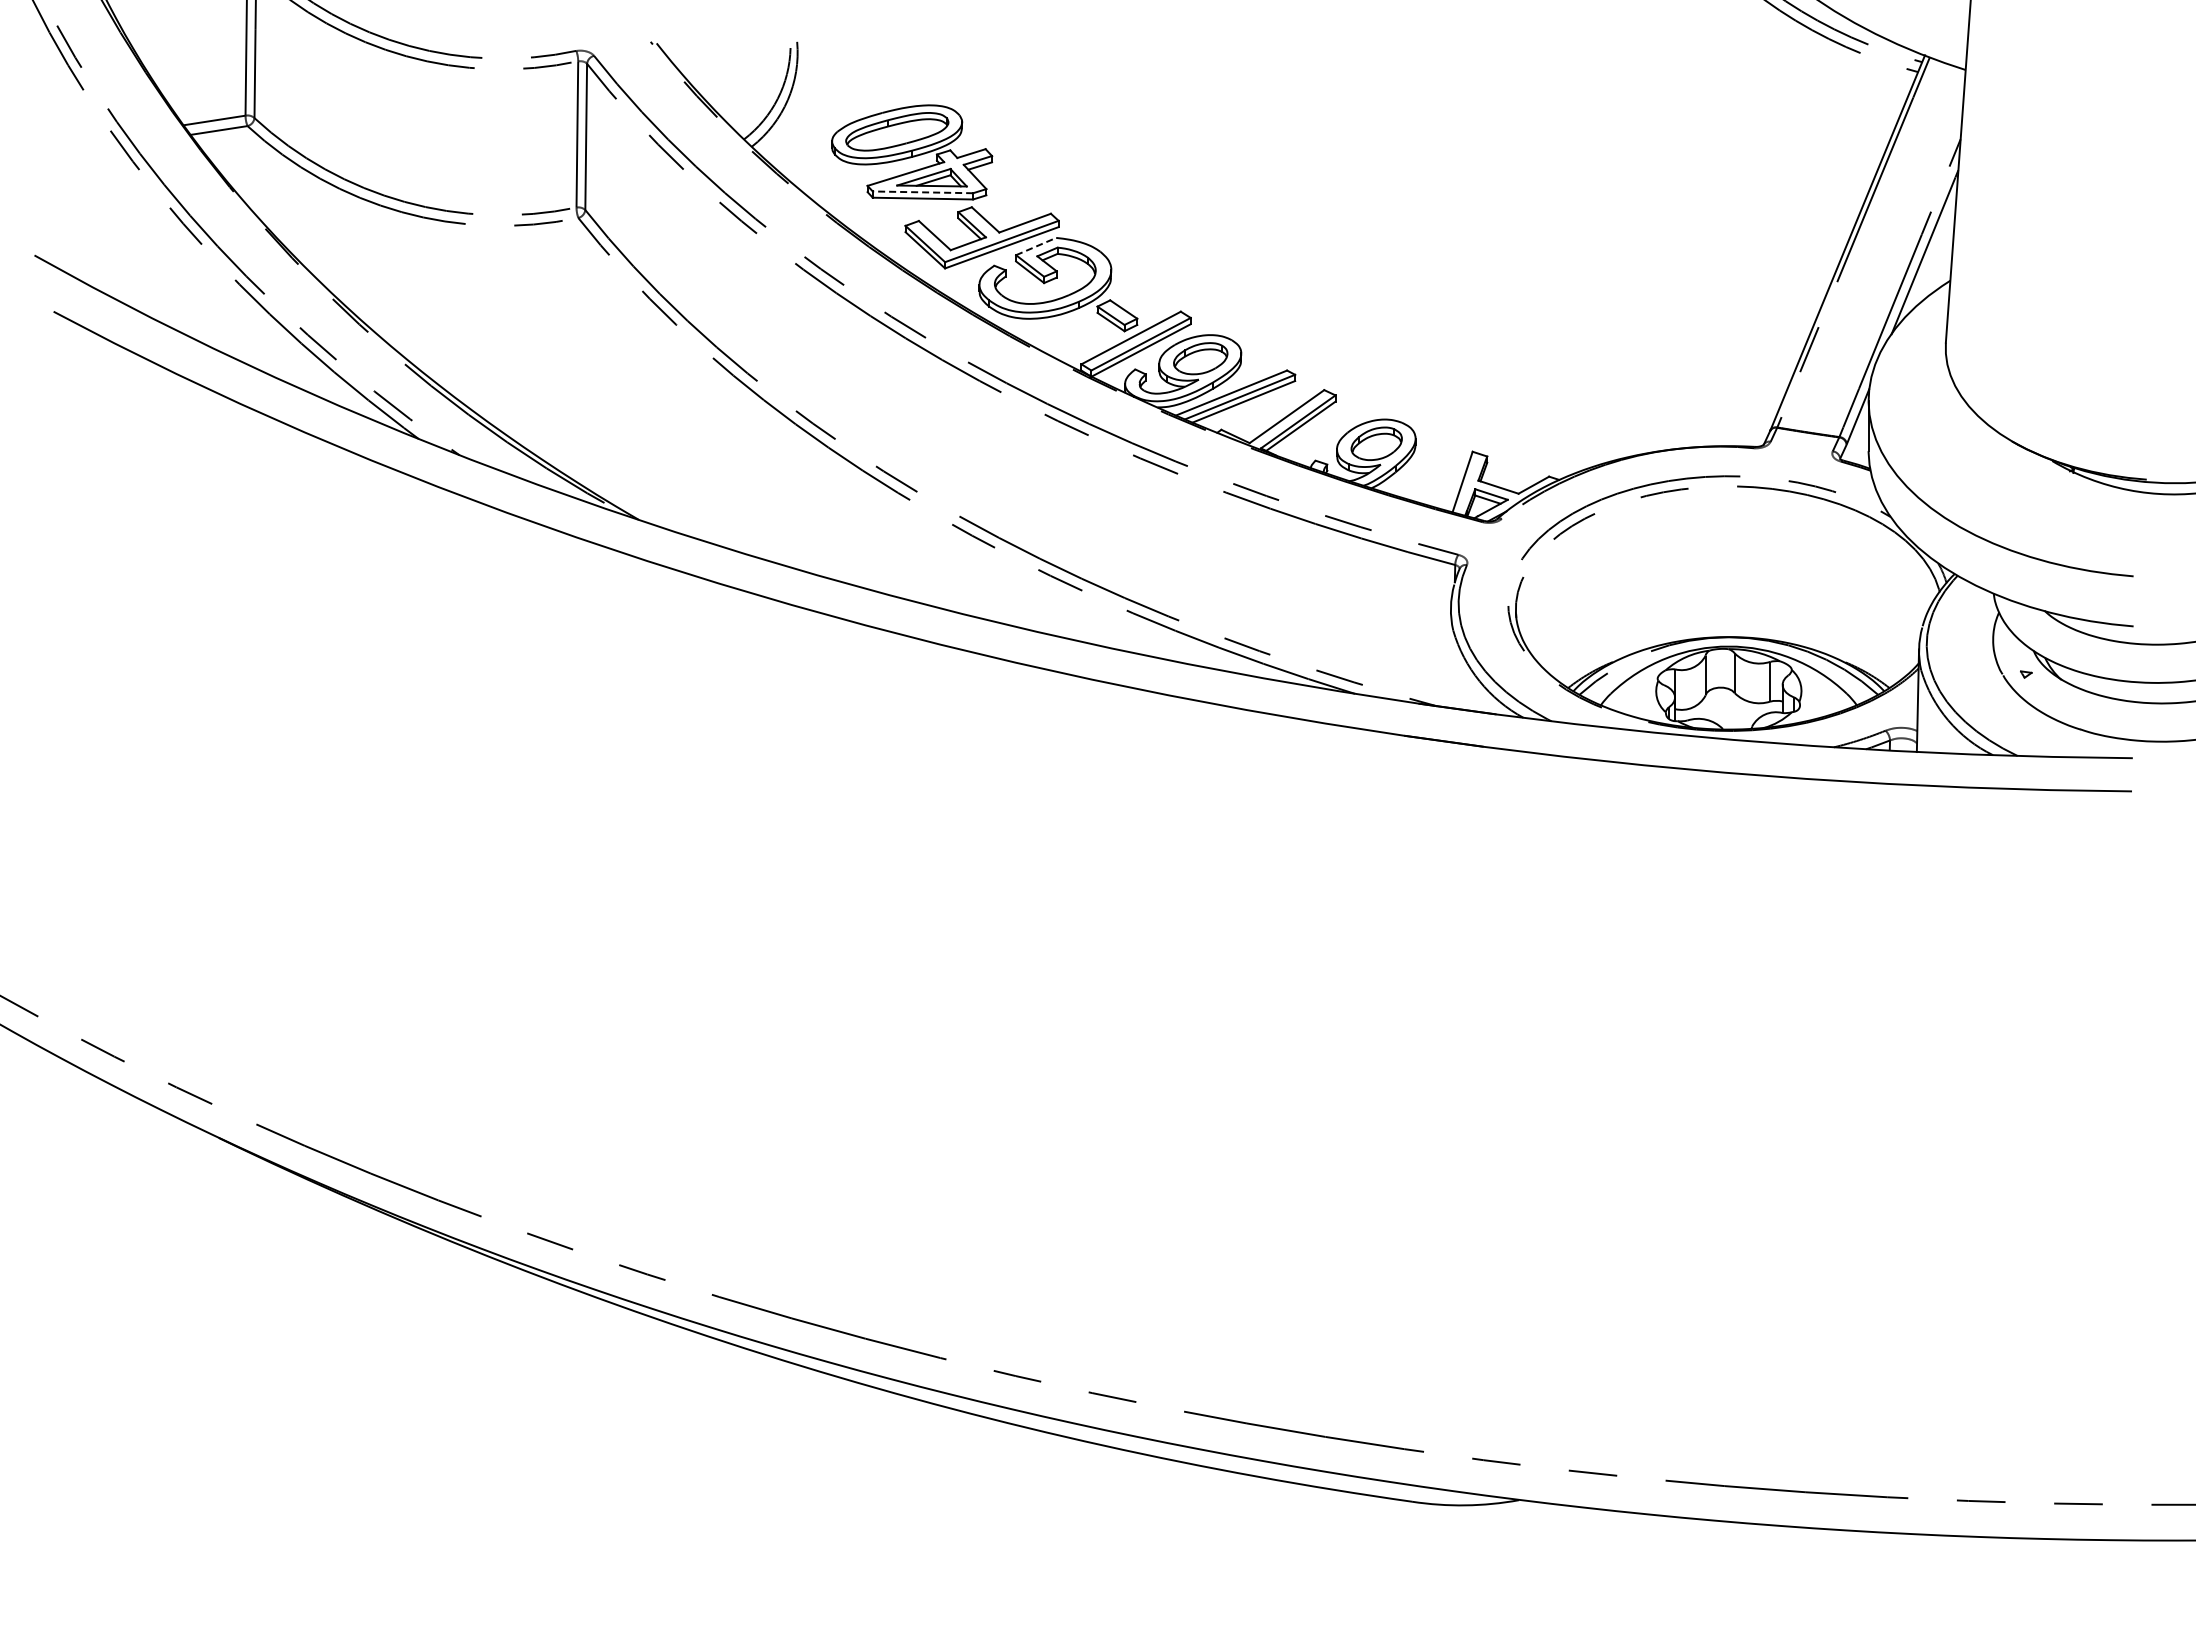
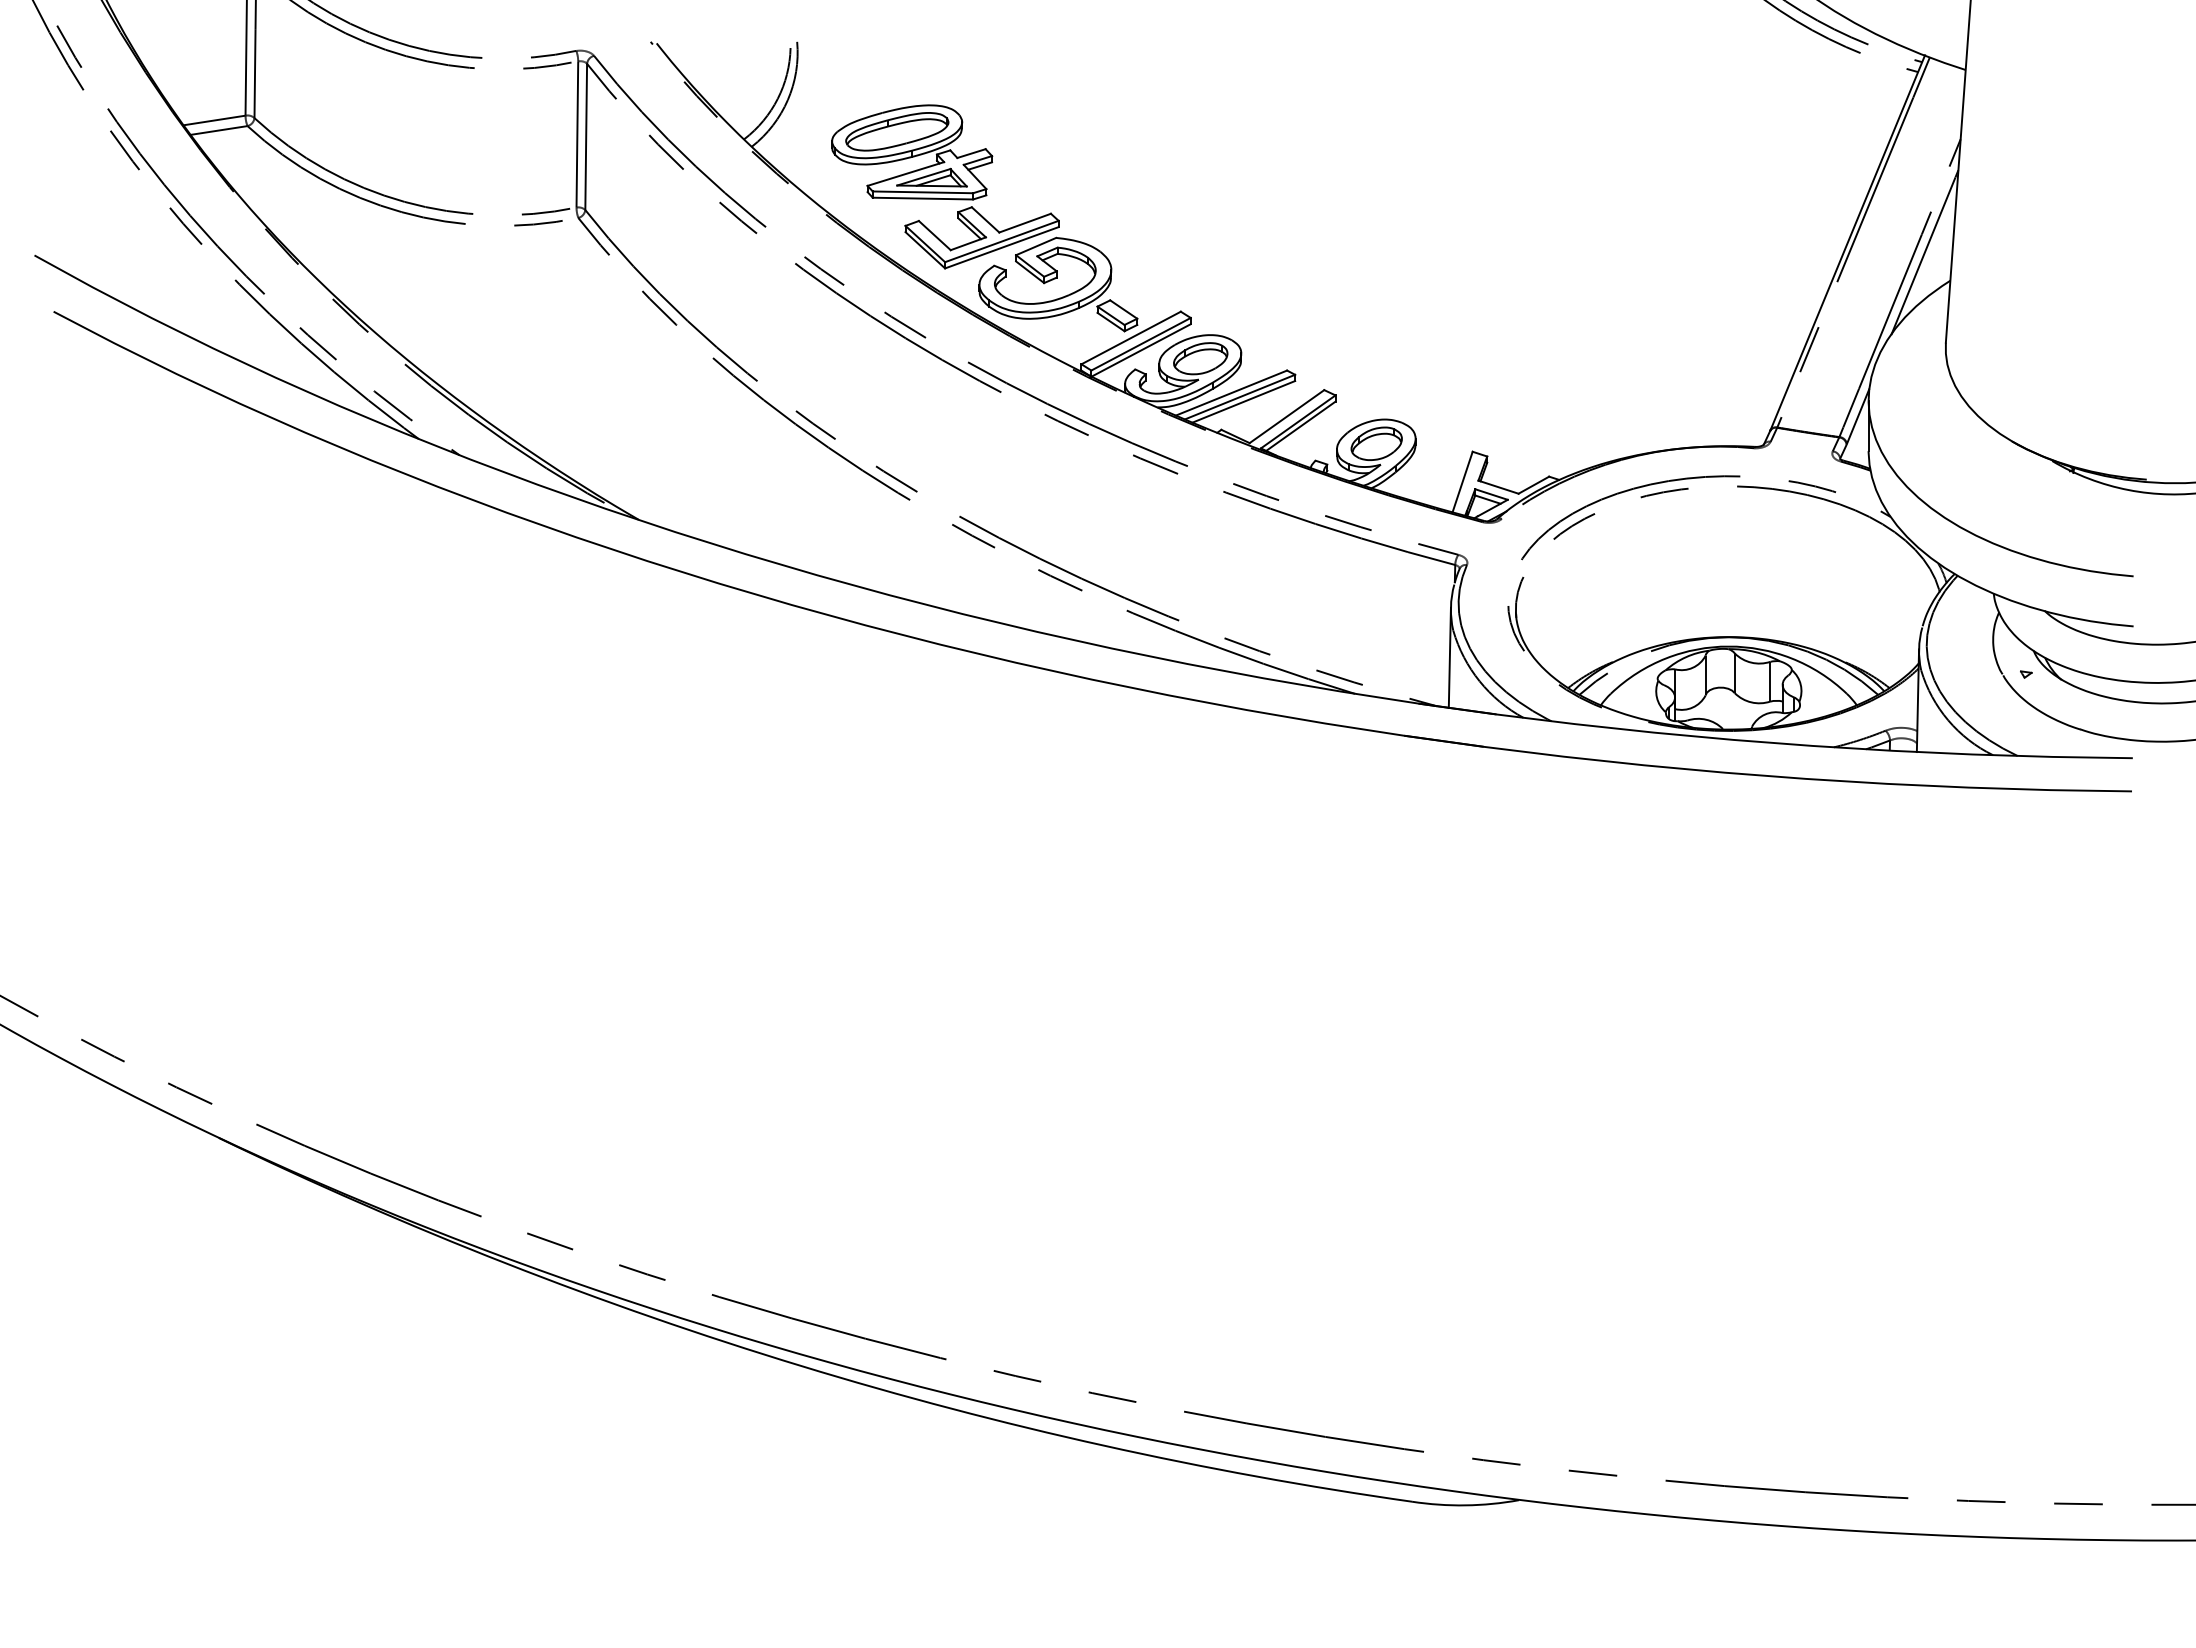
line at (922, 192): dashed -> solid
line at (1036, 246): dashed -> solid
line at (1449, 657): none -> present
